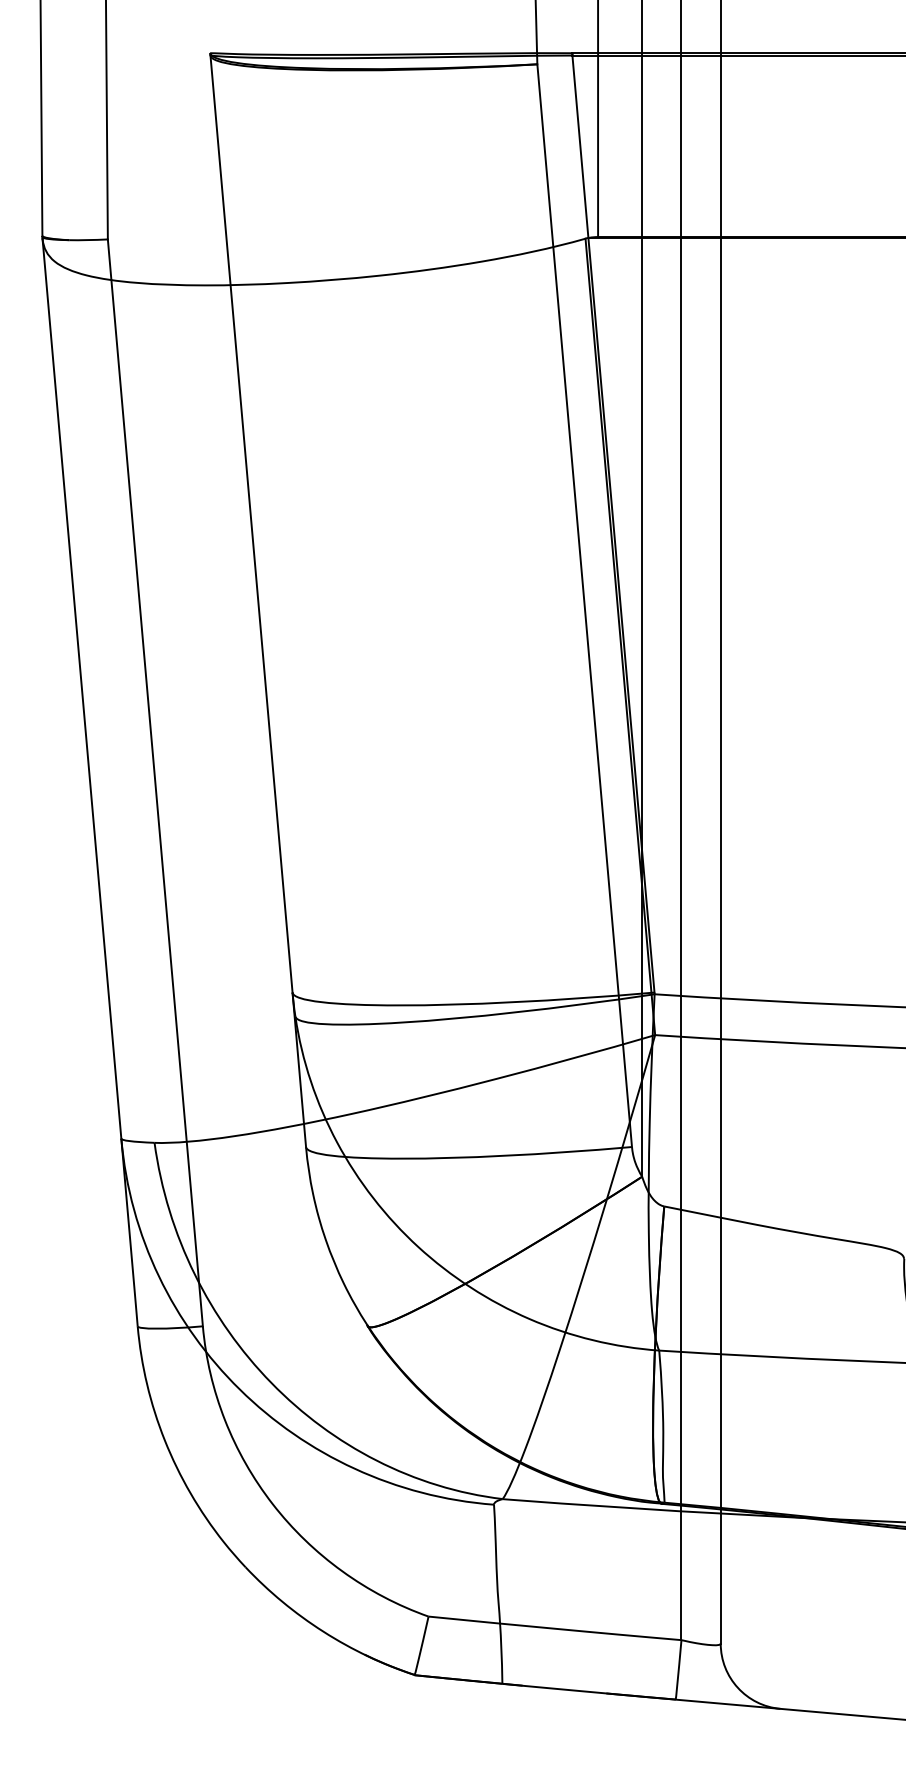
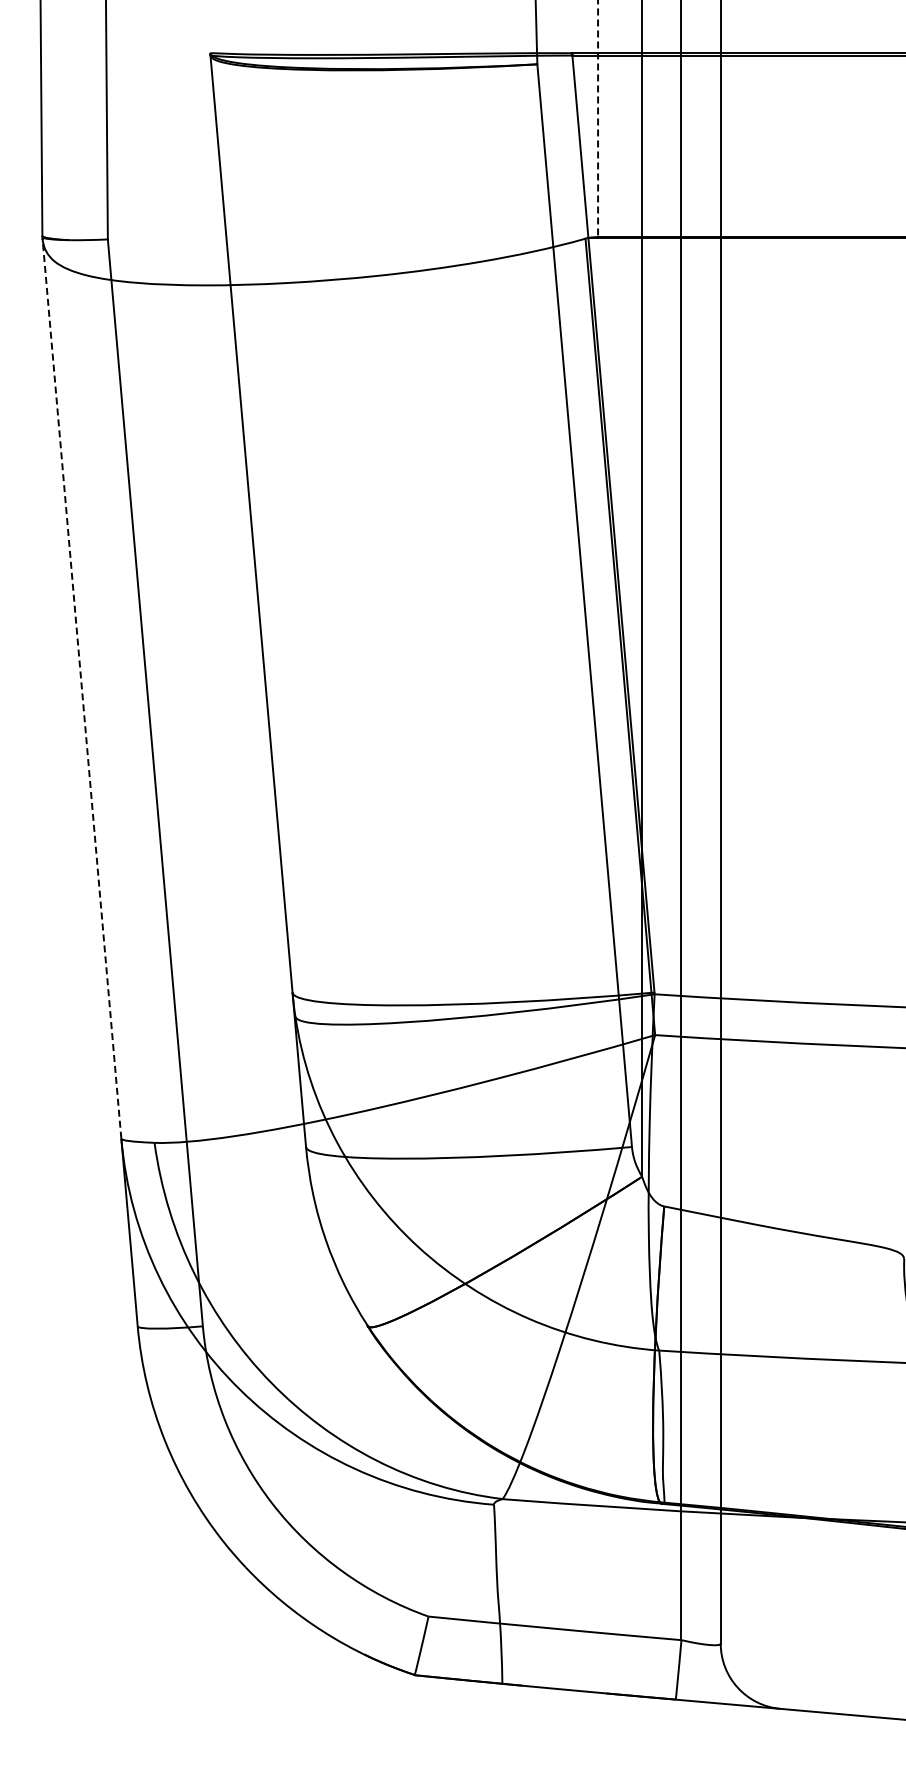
line at (598, 119): solid -> dashed
line at (81, 688): solid -> dashed
